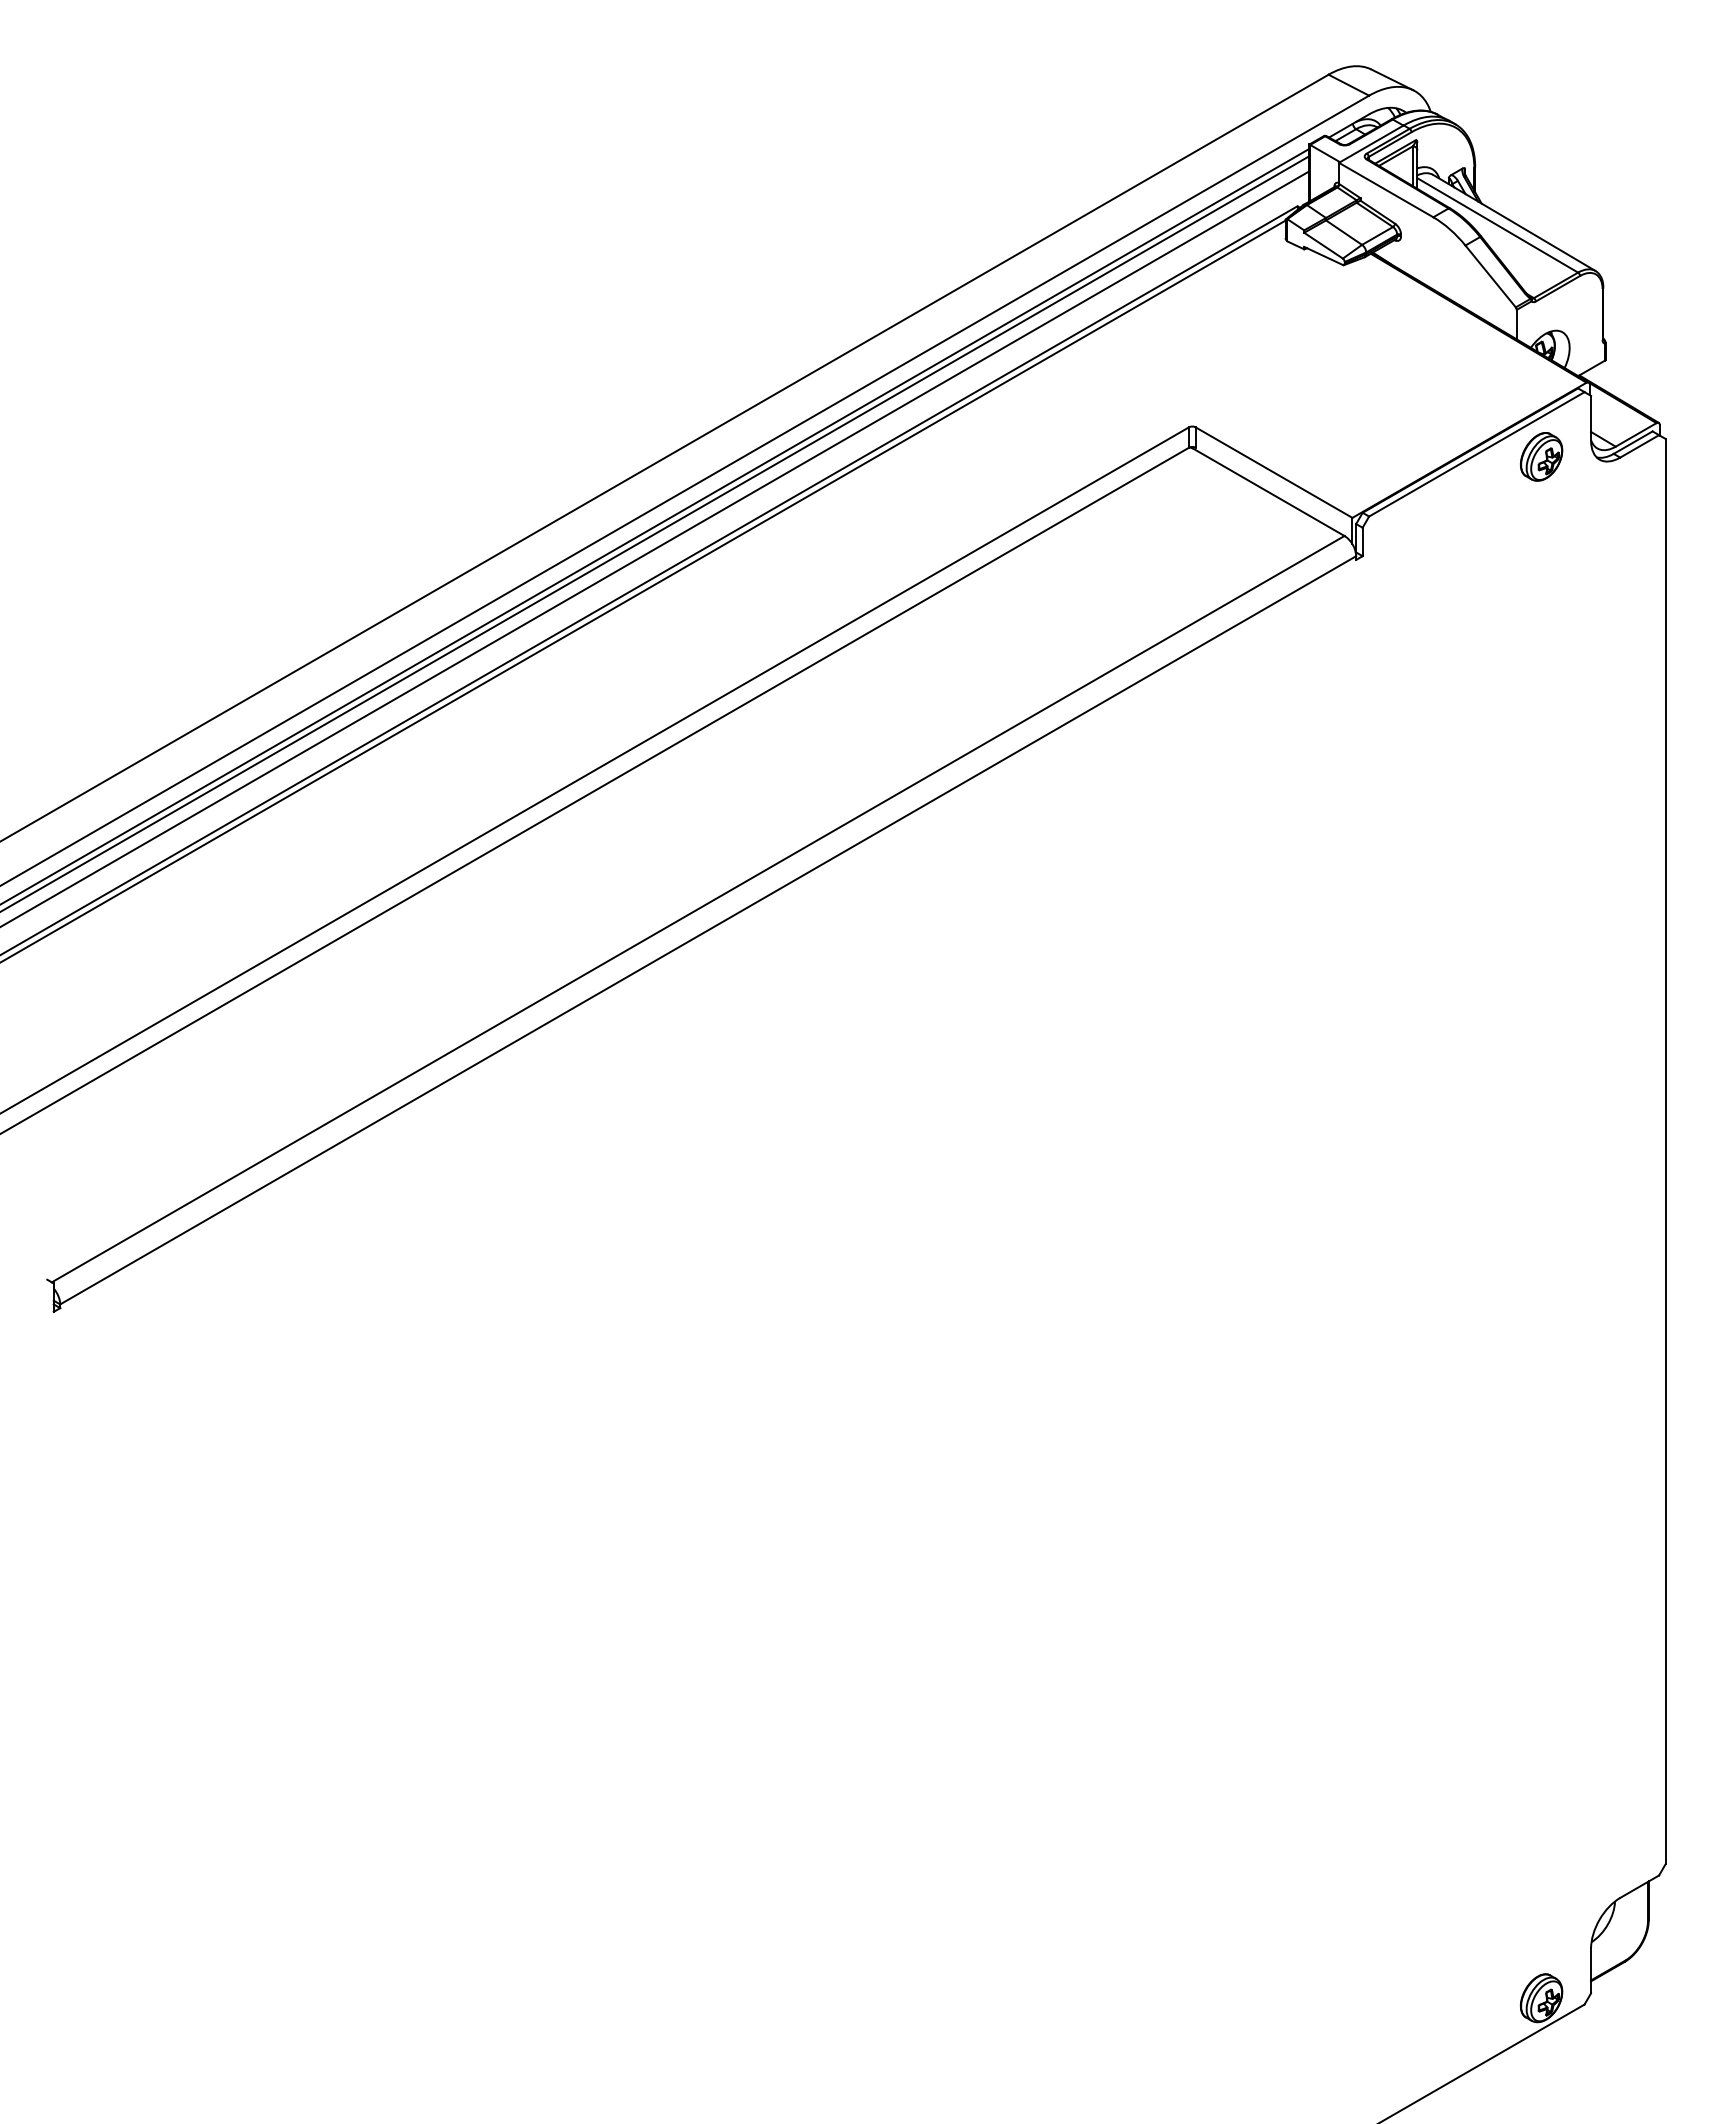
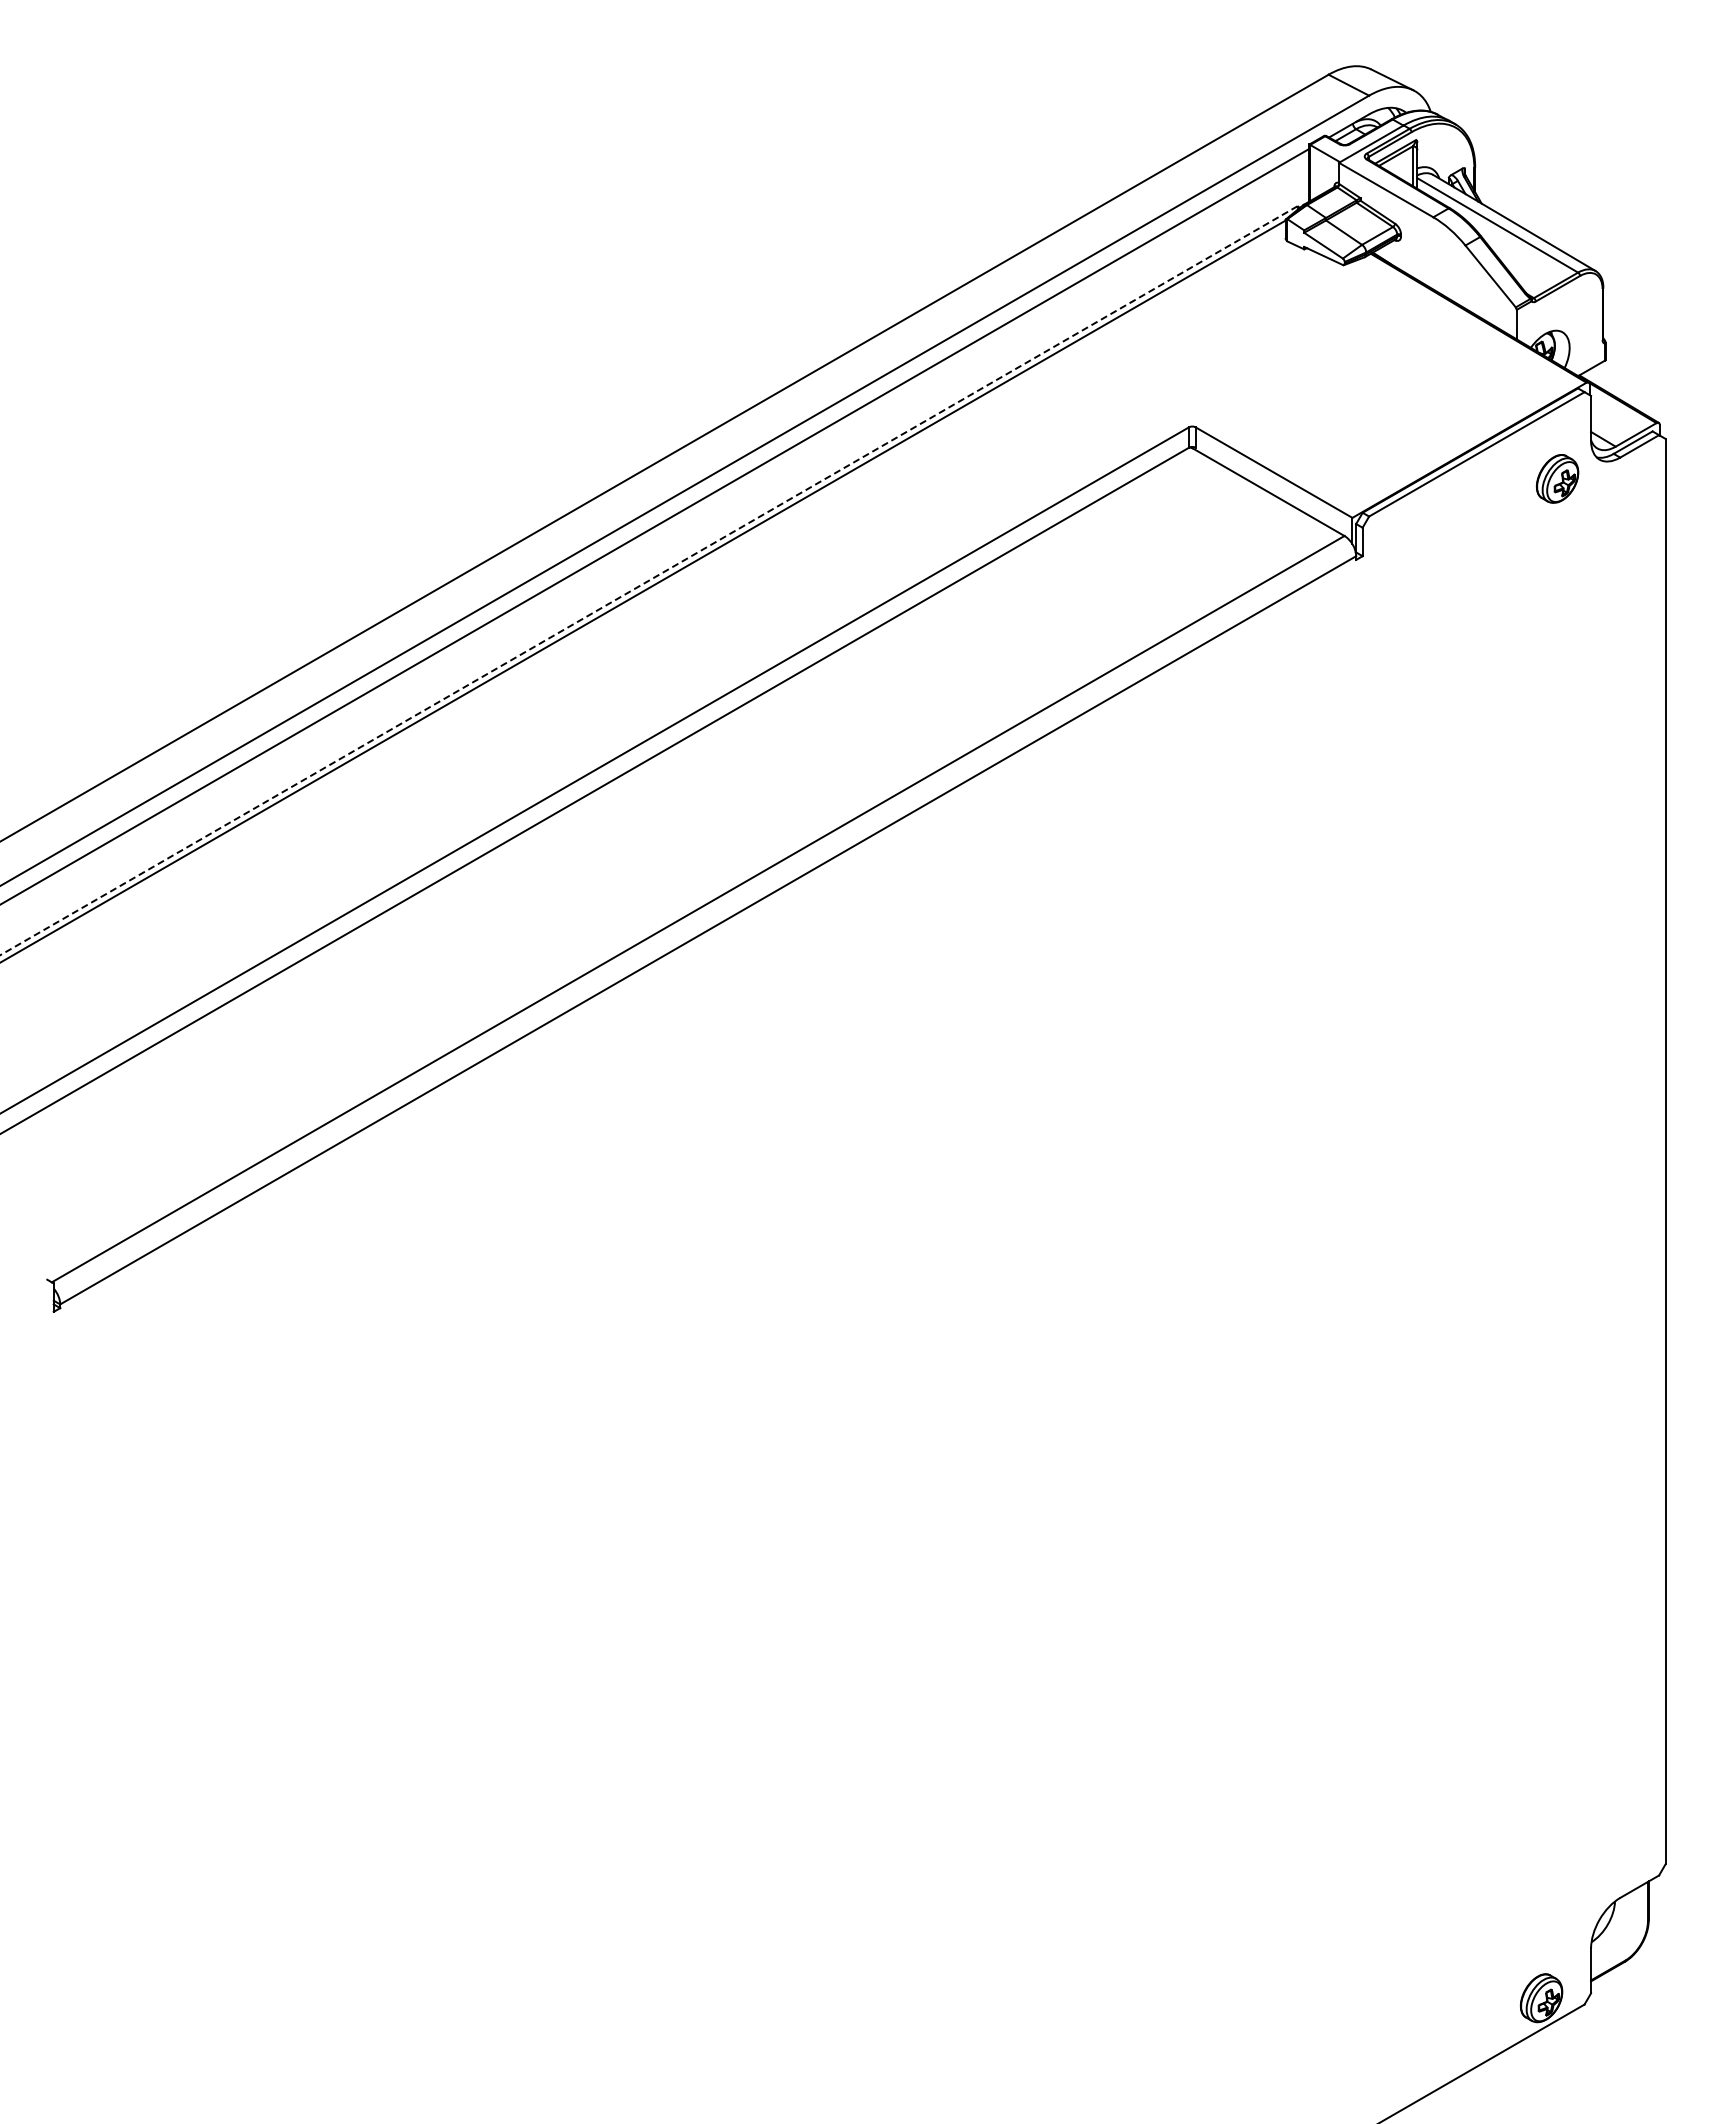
part at (1541, 456) position: (1541, 456) -> (1557, 478)
line at (655, 533): present -> none
line at (655, 548): present -> none
line at (649, 580): solid -> dashed
